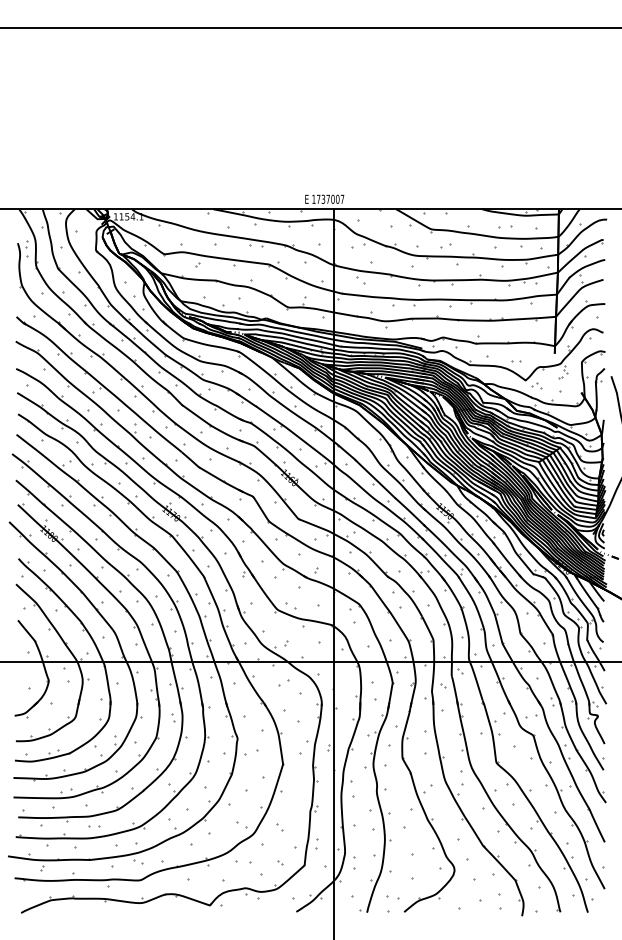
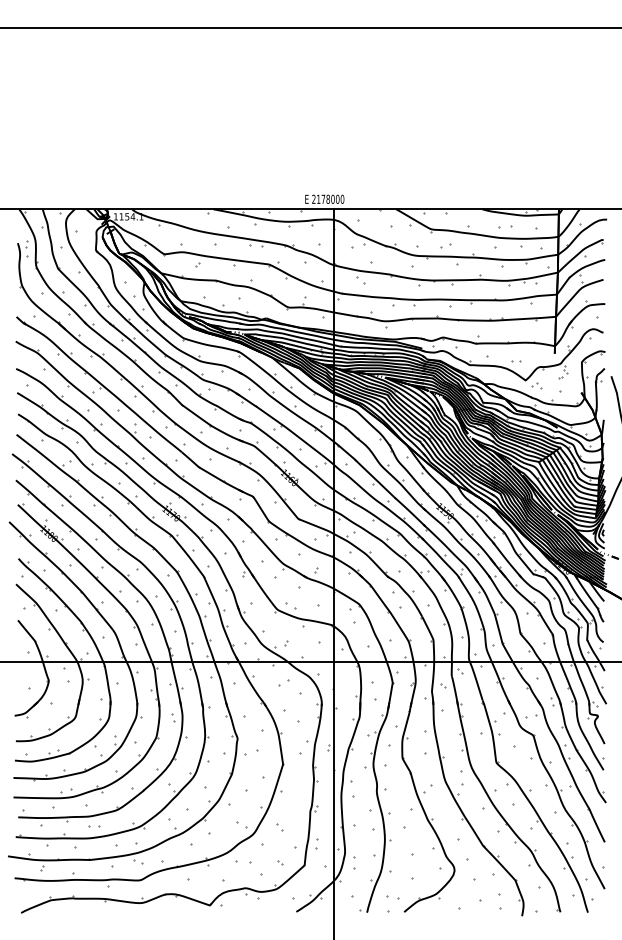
text at (328, 198): 1737007 -> 2178000
